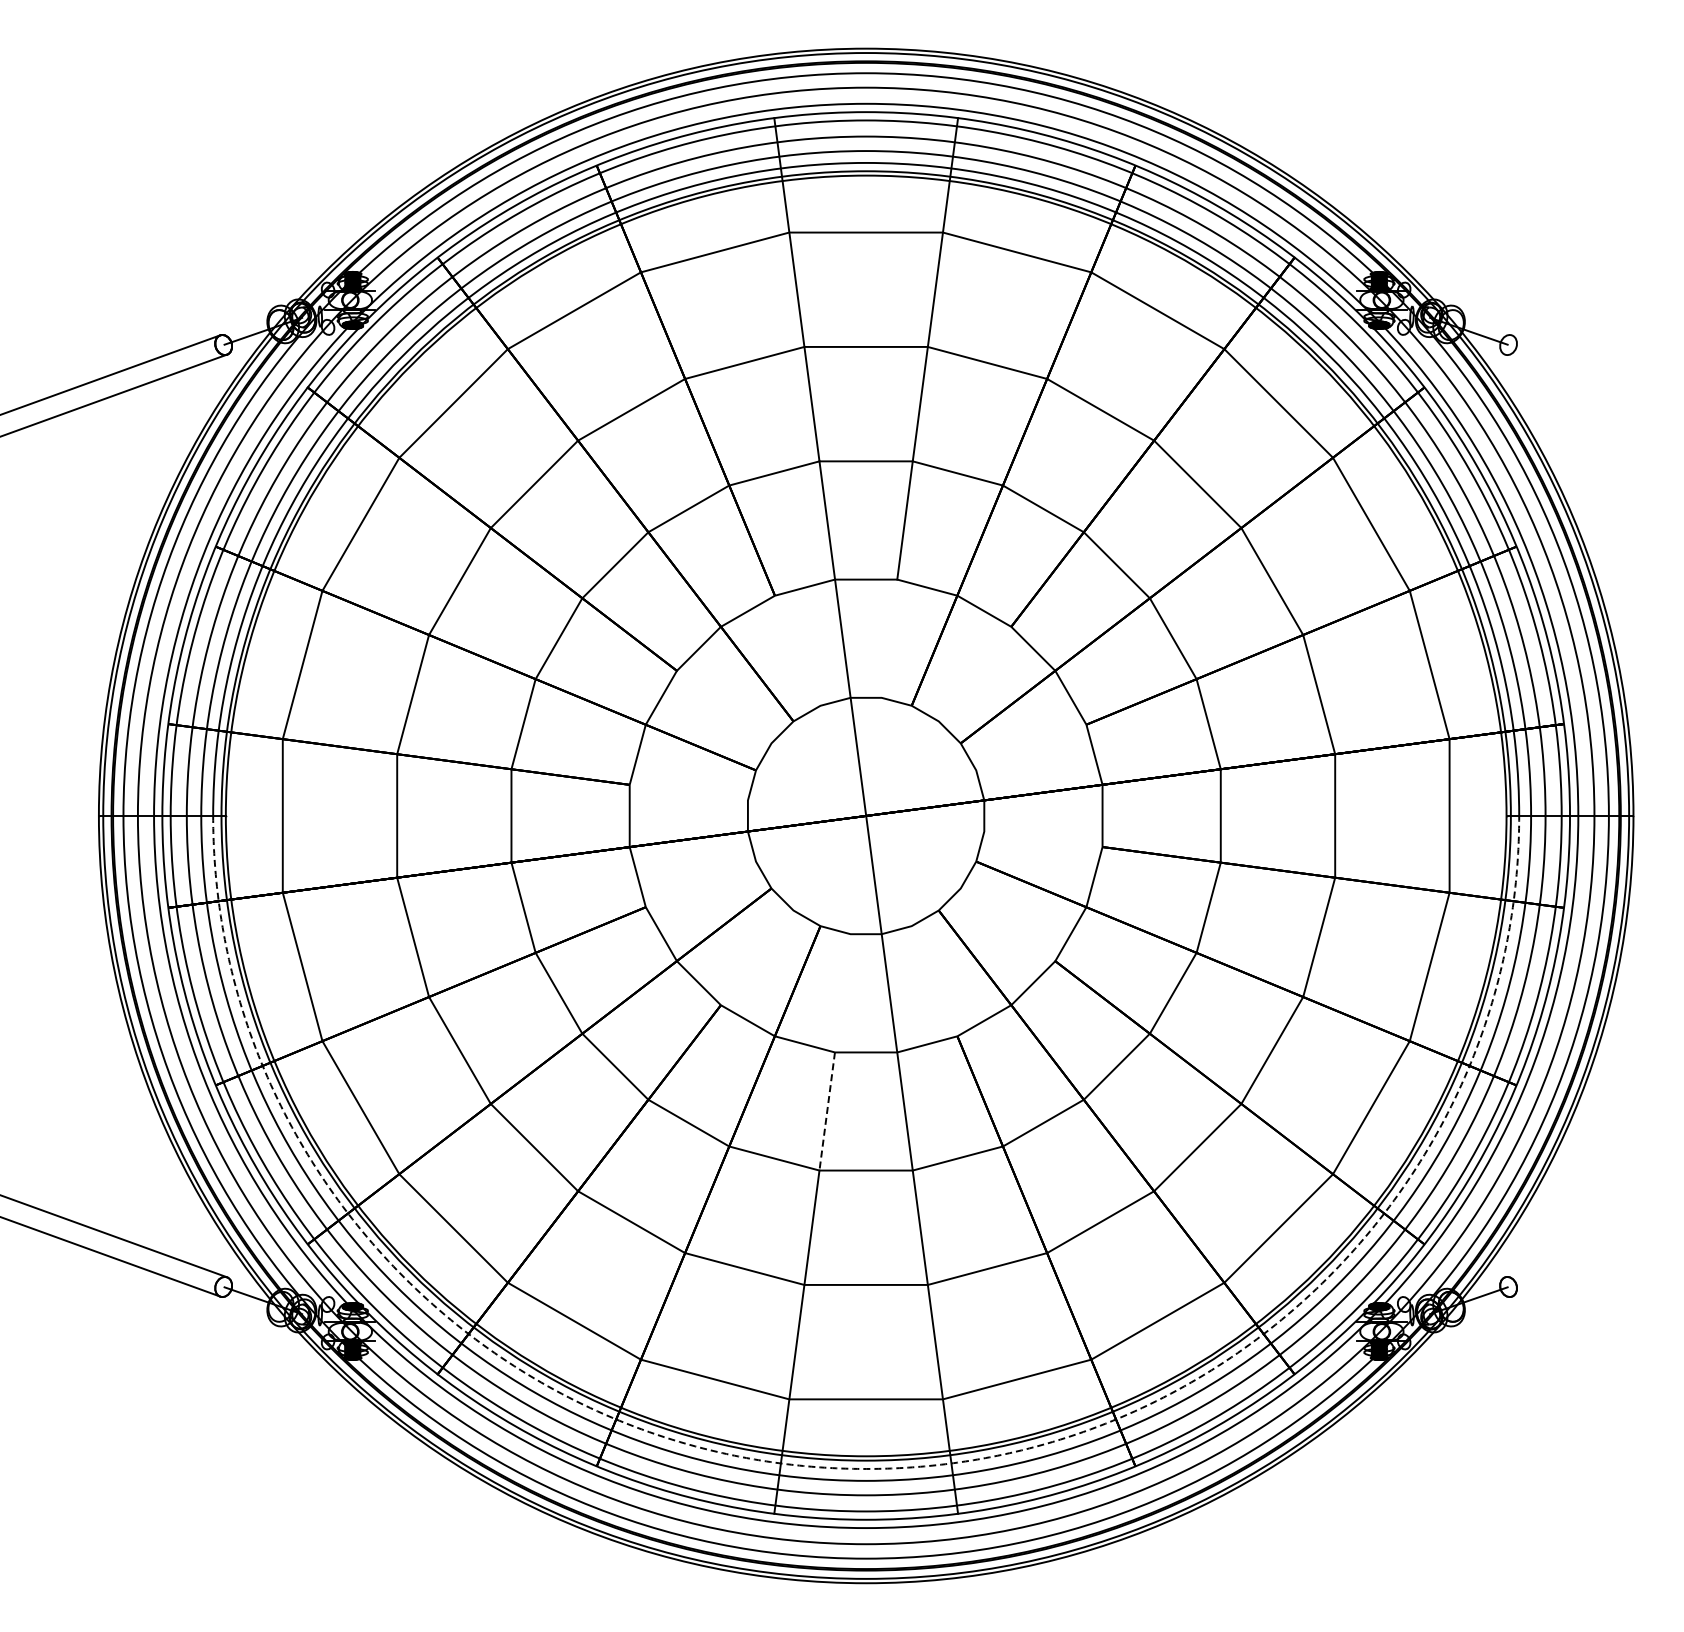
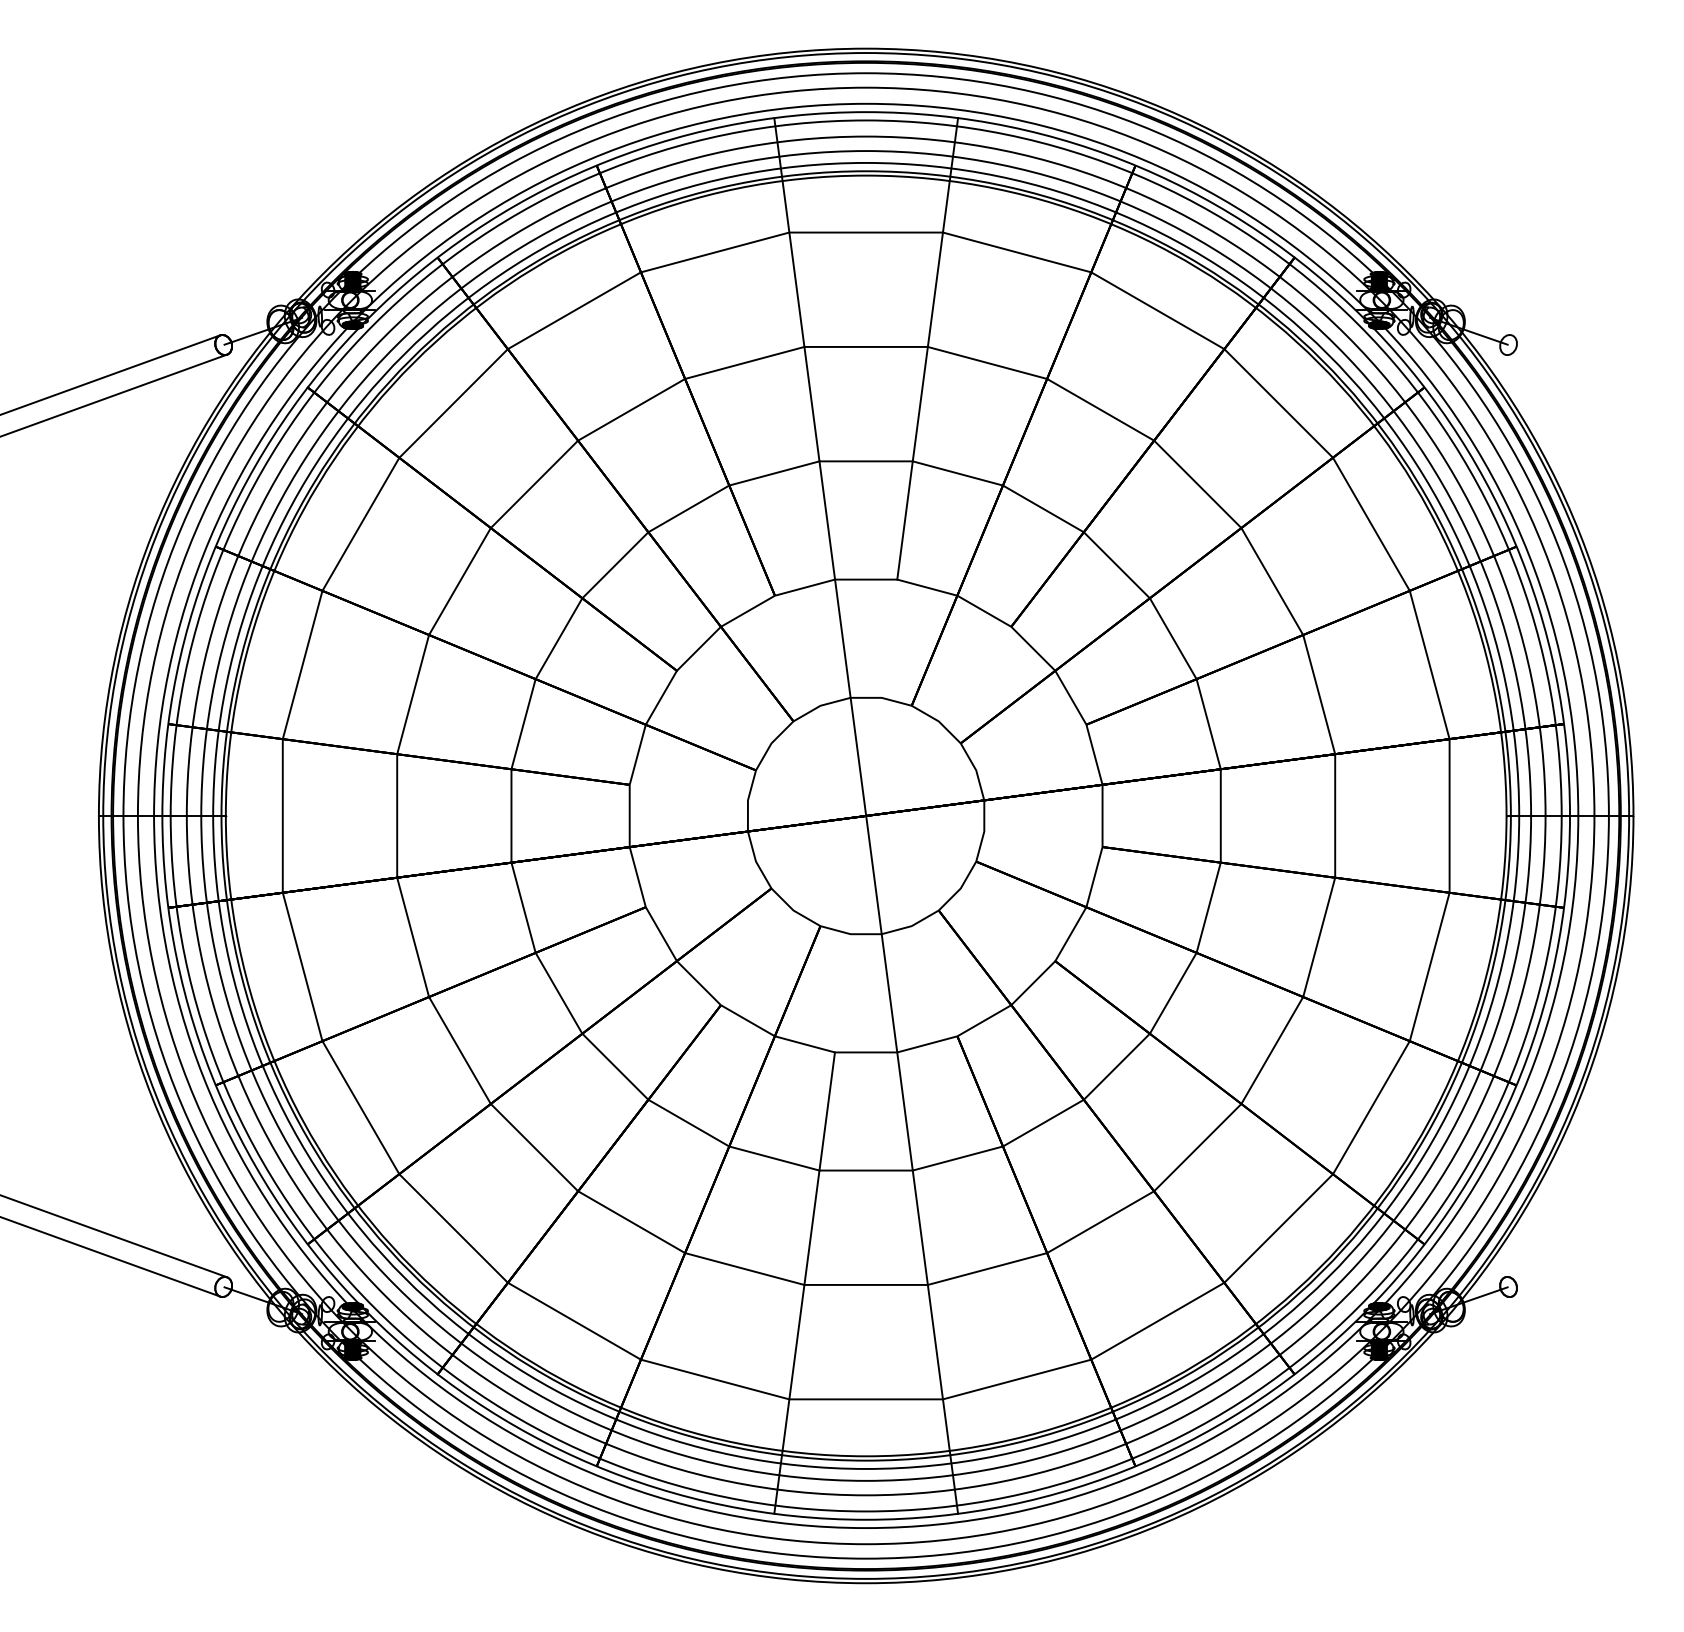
line at (827, 1111): dashed -> solid
arc at (866, 1468): dashed -> solid
